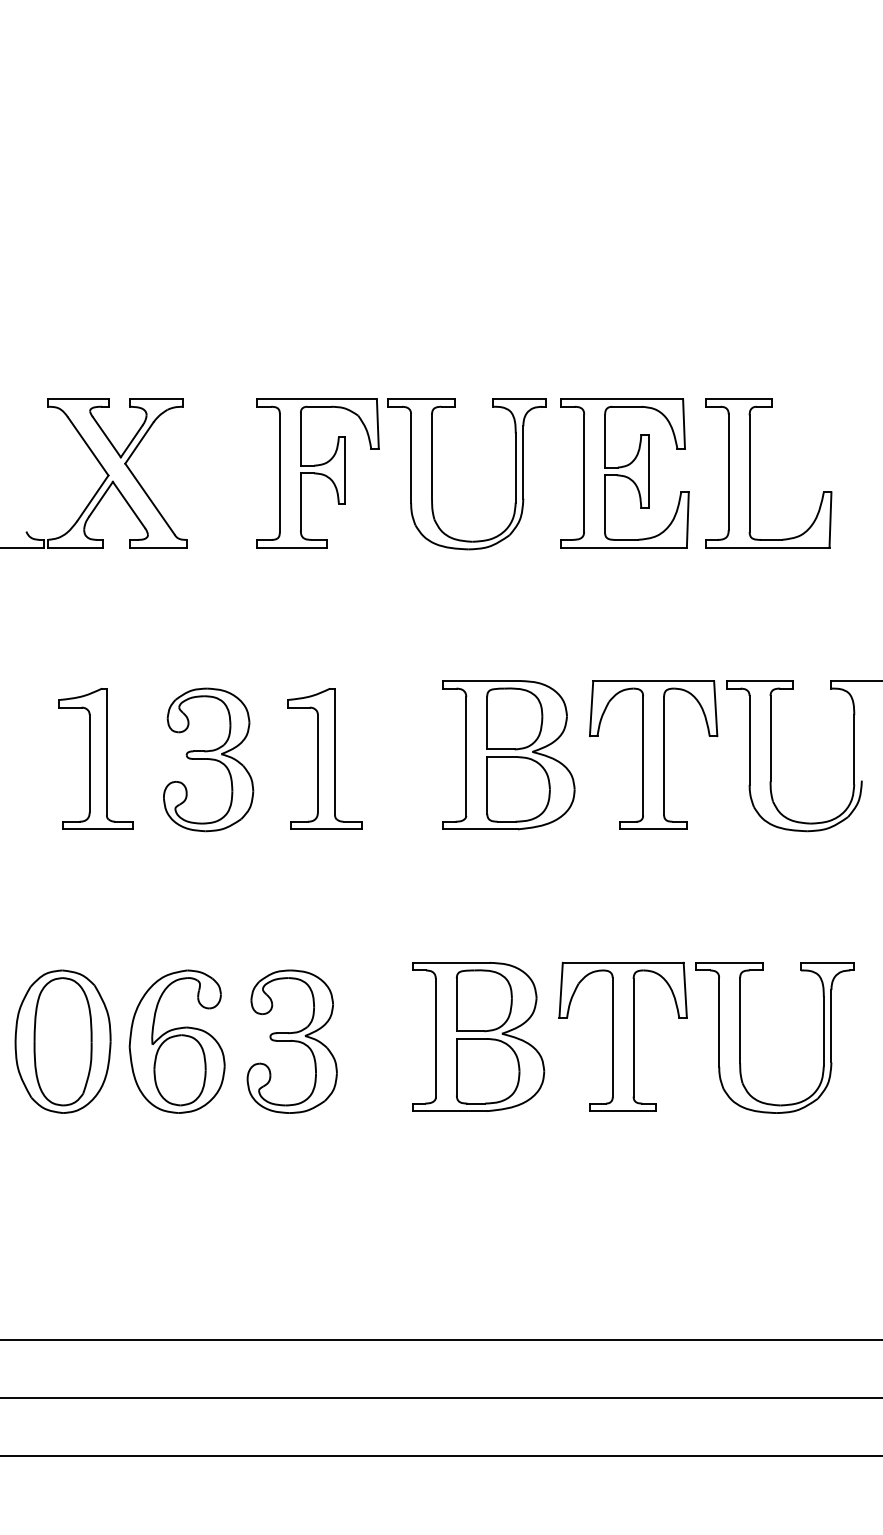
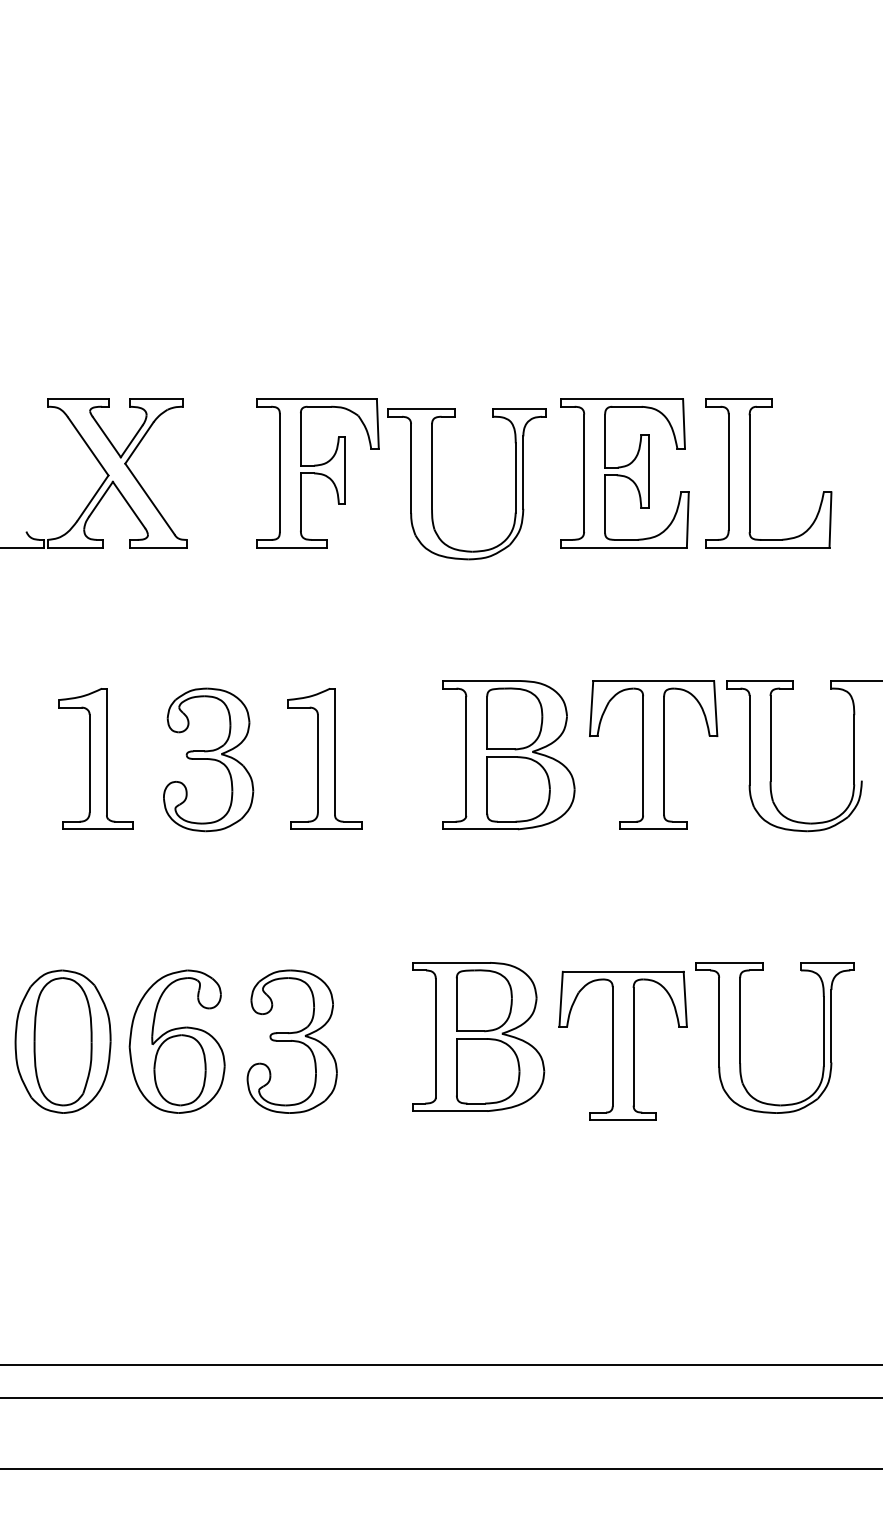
part at (432, 474) position: (432, 474) -> (432, 484)
part at (622, 1036) position: (622, 1036) -> (622, 1045)
line at (440, 1340) position: (440, 1340) -> (440, 1365)
line at (440, 1456) position: (440, 1456) -> (440, 1469)
